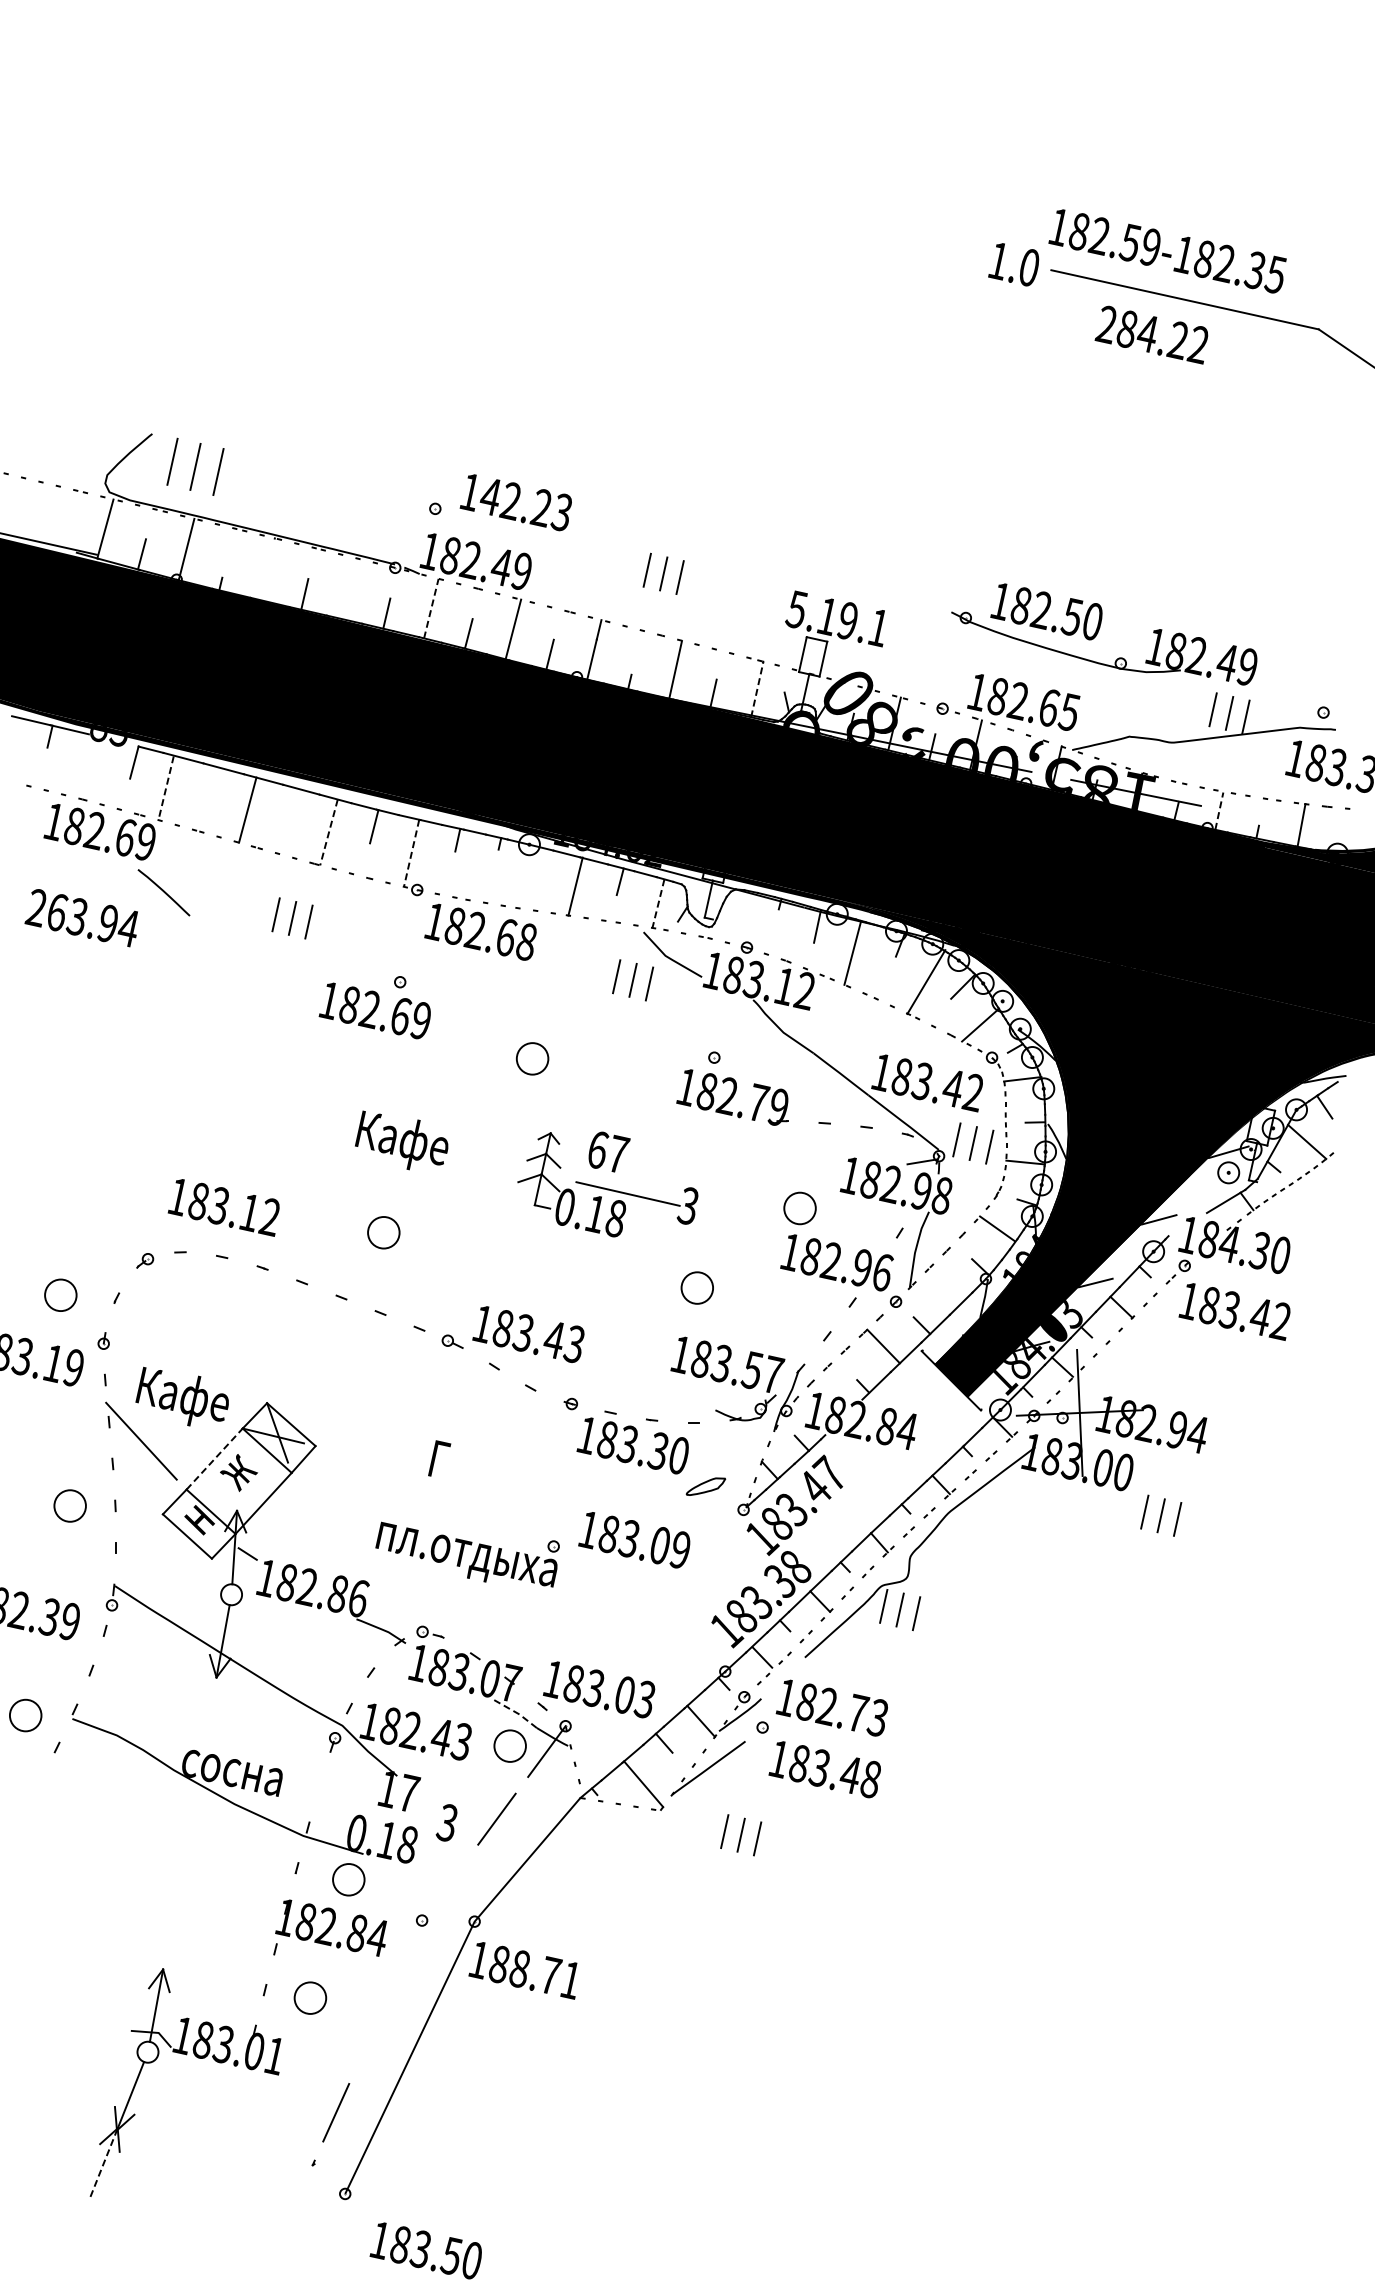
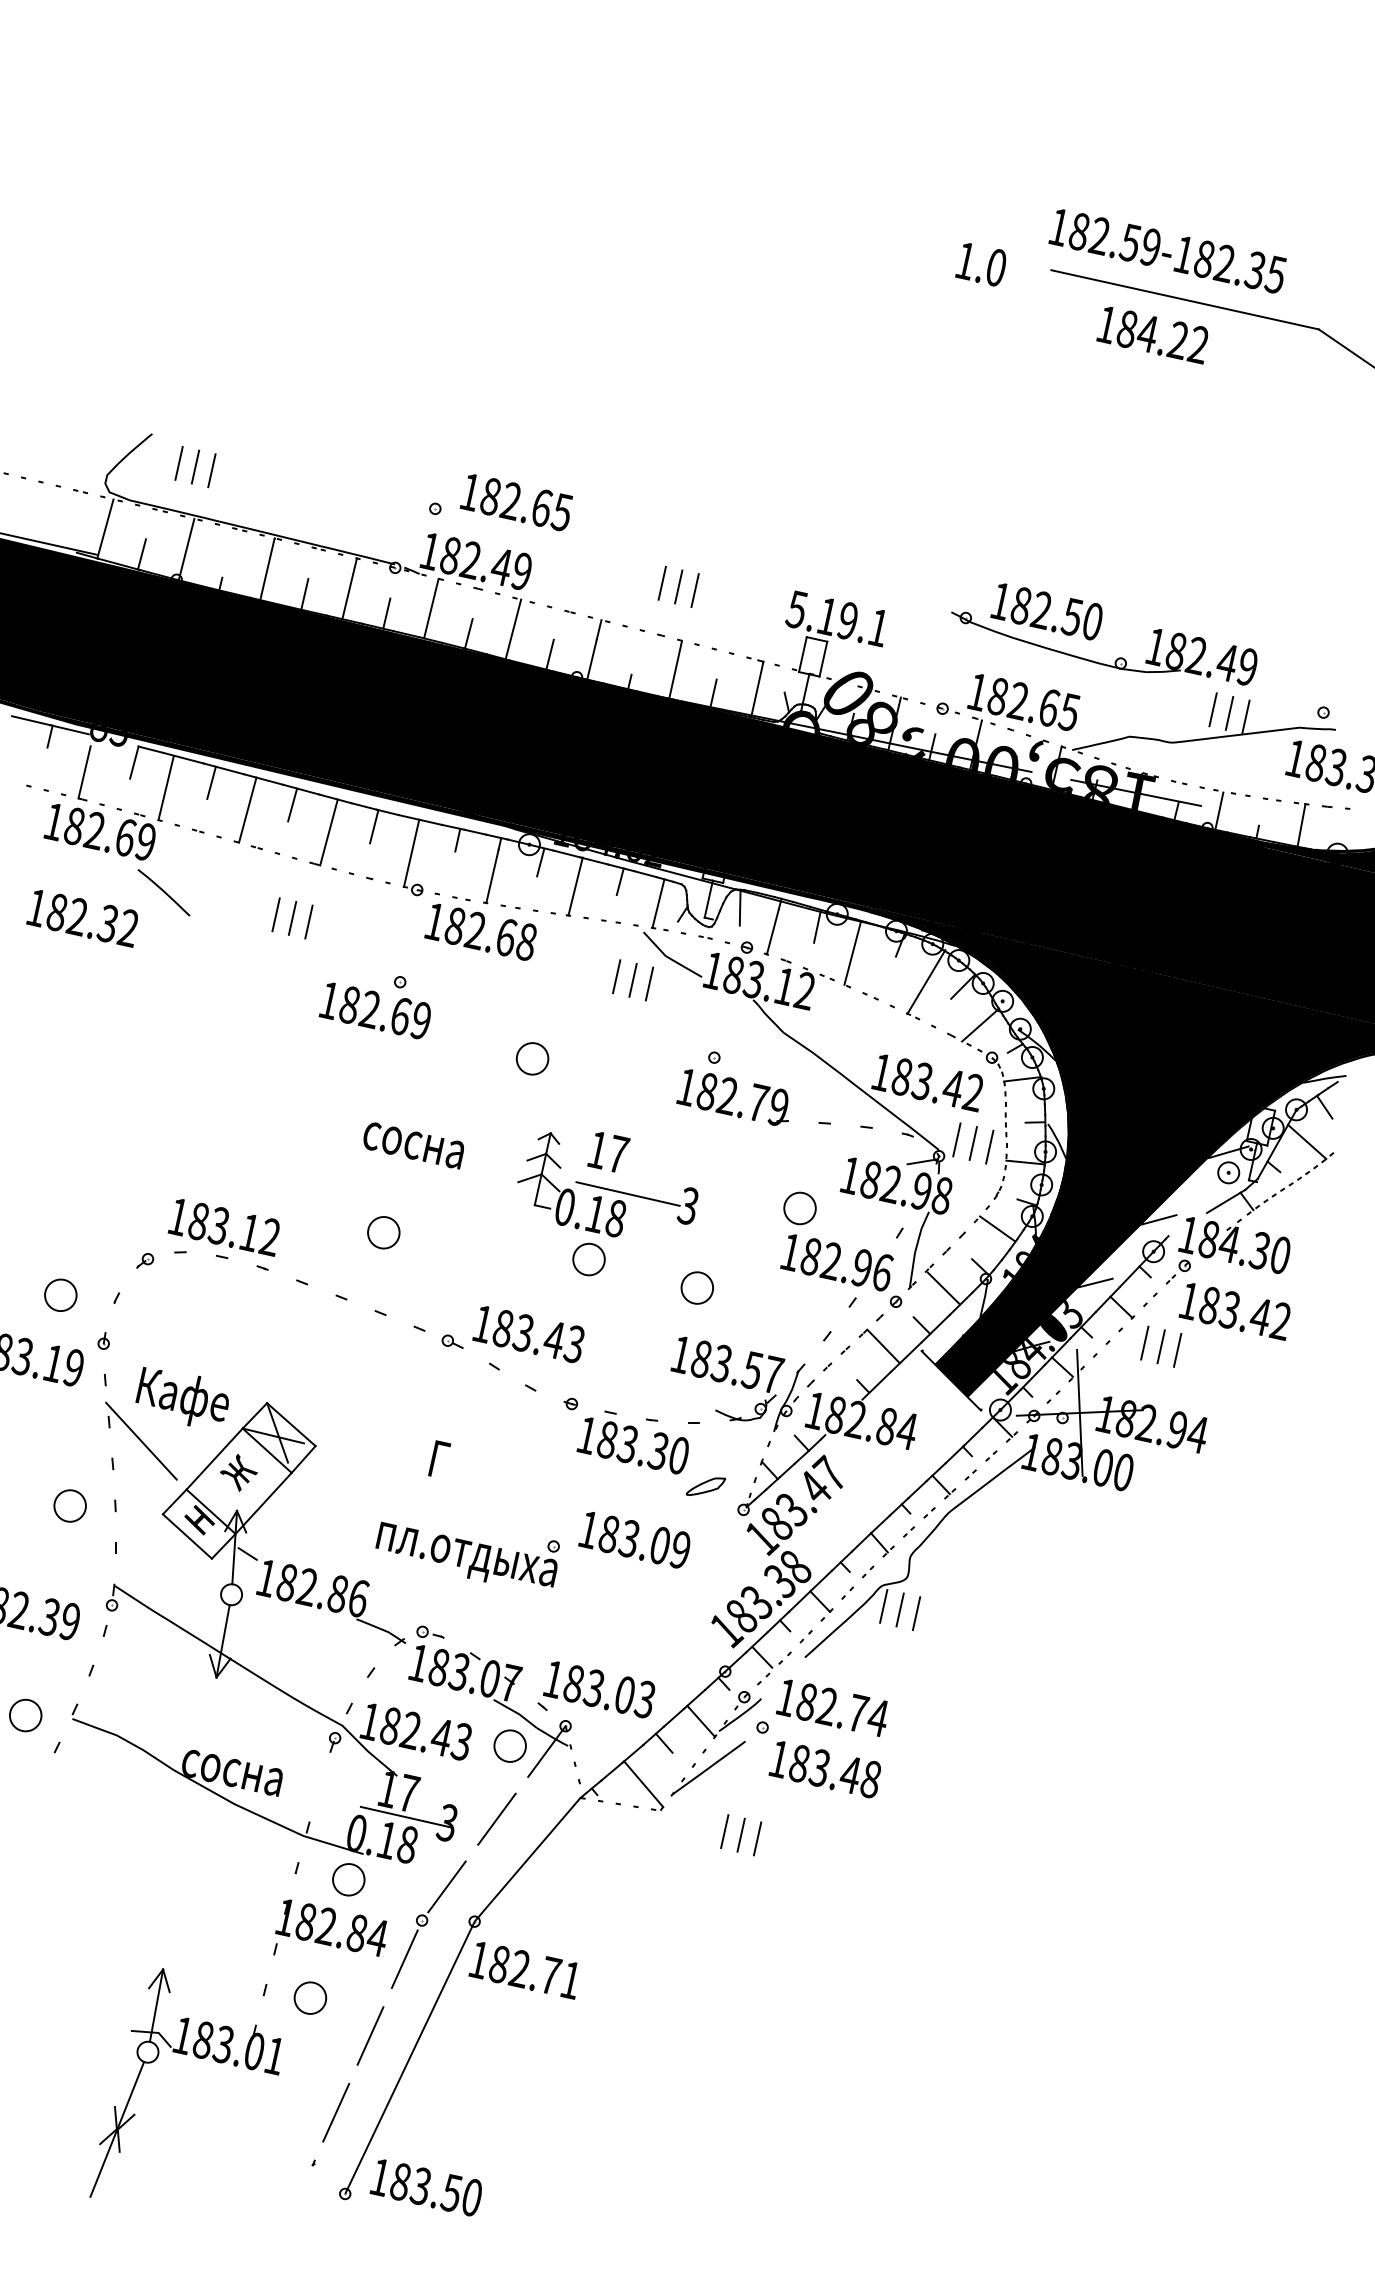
text at (1013, 264) position: (1013, 264) -> (980, 264)
text at (1105, 324): 284.22 -> 184.22
part at (195, 466) size: 59x59 px -> 43x43 px
text at (526, 504): 142.23 -> 182.65
line at (267, 569): none -> present
part at (663, 573) position: (663, 573) -> (678, 586)
line at (349, 588): none -> present
line at (431, 608): dashed -> solid
line at (757, 689): dashed -> solid
line at (84, 772): none -> present
line at (211, 782): none -> present
line at (166, 788): dashed -> solid
line at (292, 804): none -> present
line at (1219, 810): dashed -> solid
line at (328, 832): dashed -> solid
line at (411, 853): dashed -> solid
line at (540, 862): none -> present
line at (492, 876): none -> present
line at (658, 904): dashed -> solid
line at (739, 907): none -> present
text at (80, 918): 263.94 -> 182.32
line at (772, 931): none -> present
text at (408, 1140): Кафе -> сосна
text at (598, 1150): 67 -> 17
text at (223, 1207) position: (223, 1207) -> (223, 1227)
part at (588, 1259): none -> present
line at (943, 1288): none -> present
line at (214, 1458): dashed -> solid
part at (1161, 1515) position: (1161, 1515) -> (1161, 1346)
line at (516, 1712): dashed -> solid
text at (876, 1717): 182.73 -> 182.74
line at (406, 1816): none -> present
line at (446, 1886): none -> present
line at (404, 1958): none -> present
text at (518, 1969): 188.71 -> 182.71
line at (370, 2035): none -> present
line at (104, 2162): dashed -> solid
text at (425, 2250) position: (425, 2250) -> (425, 2187)
